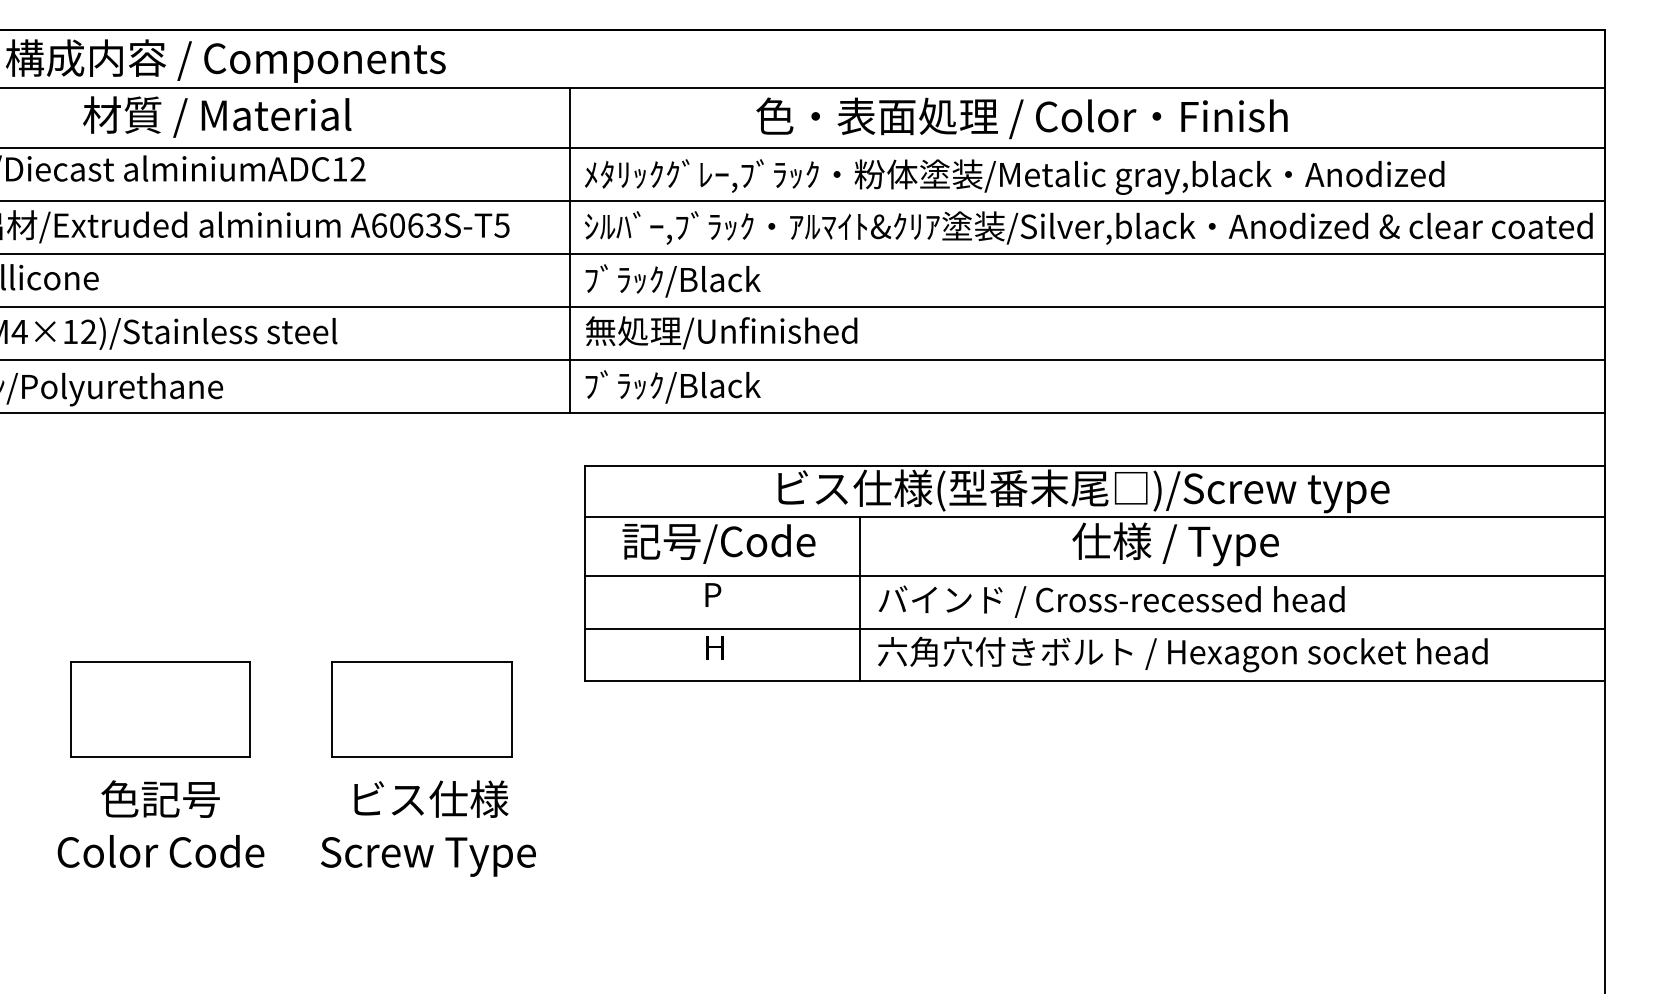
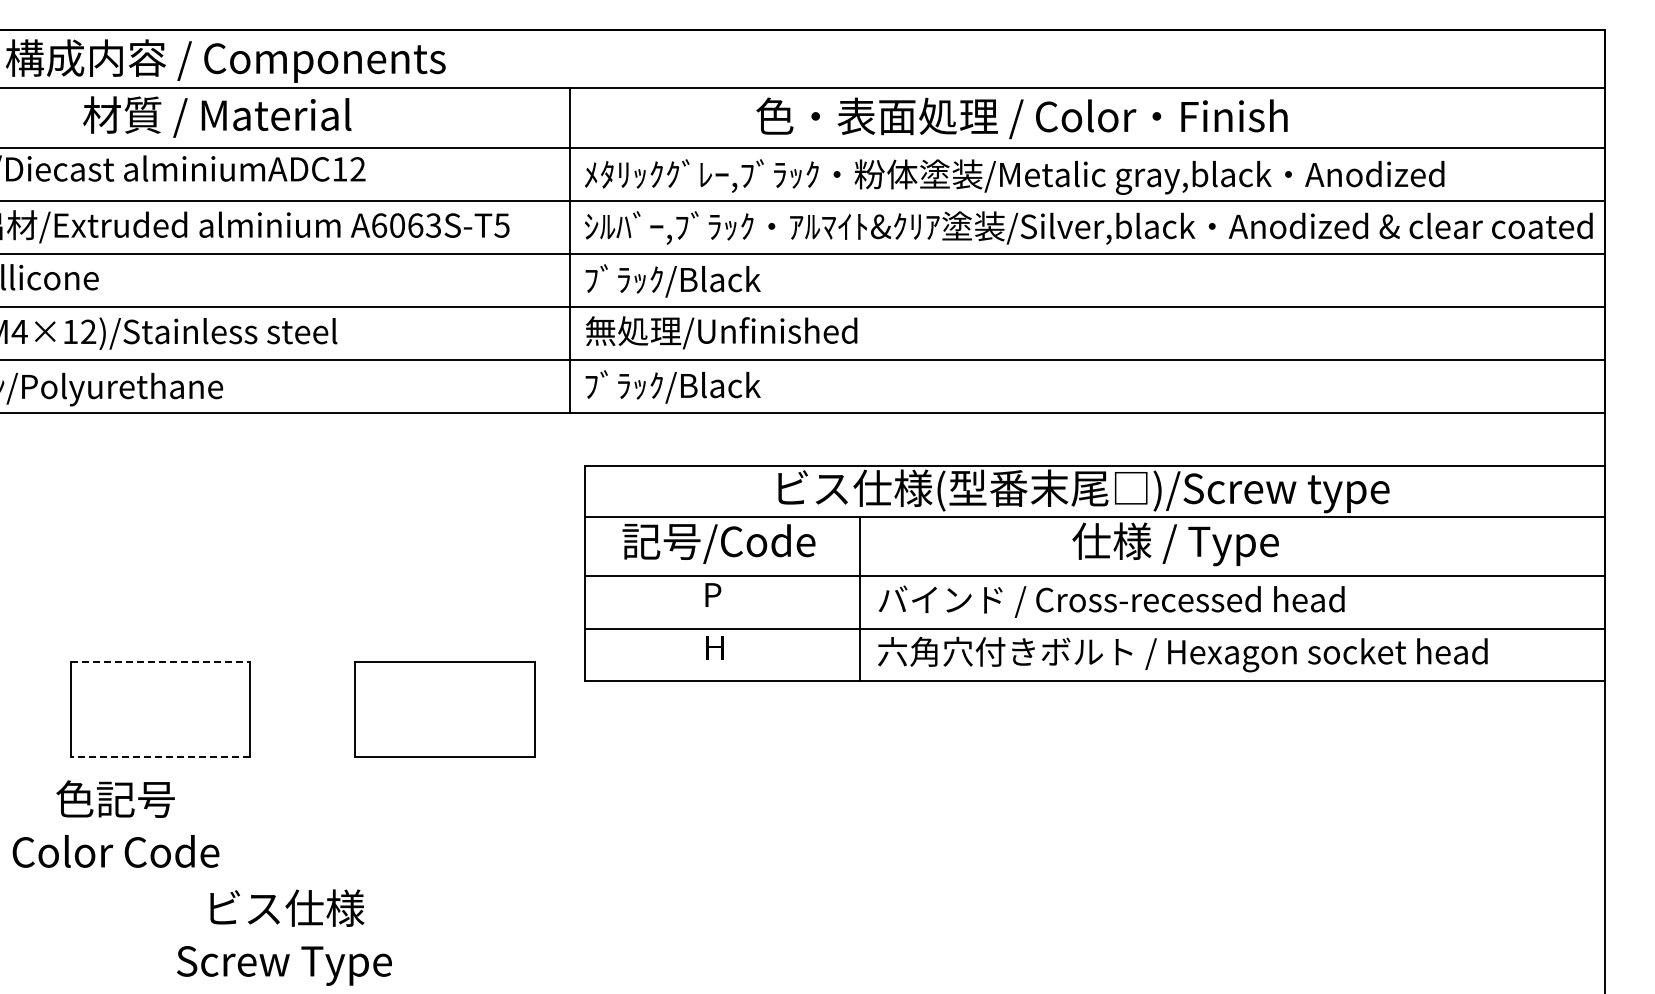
line at (160, 661): solid -> dashed
part at (421, 709) position: (421, 709) -> (444, 709)
line at (160, 757): solid -> dashed
text at (160, 823) position: (160, 823) -> (115, 823)
text at (428, 828) position: (428, 828) -> (284, 937)
